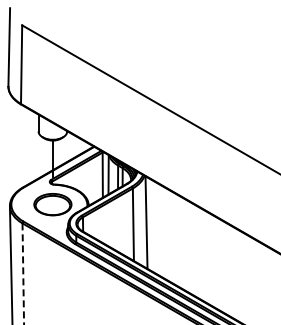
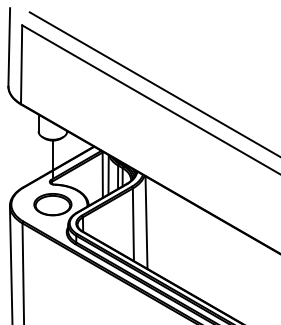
line at (153, 83): none -> present
line at (23, 274): dashed -> solid
